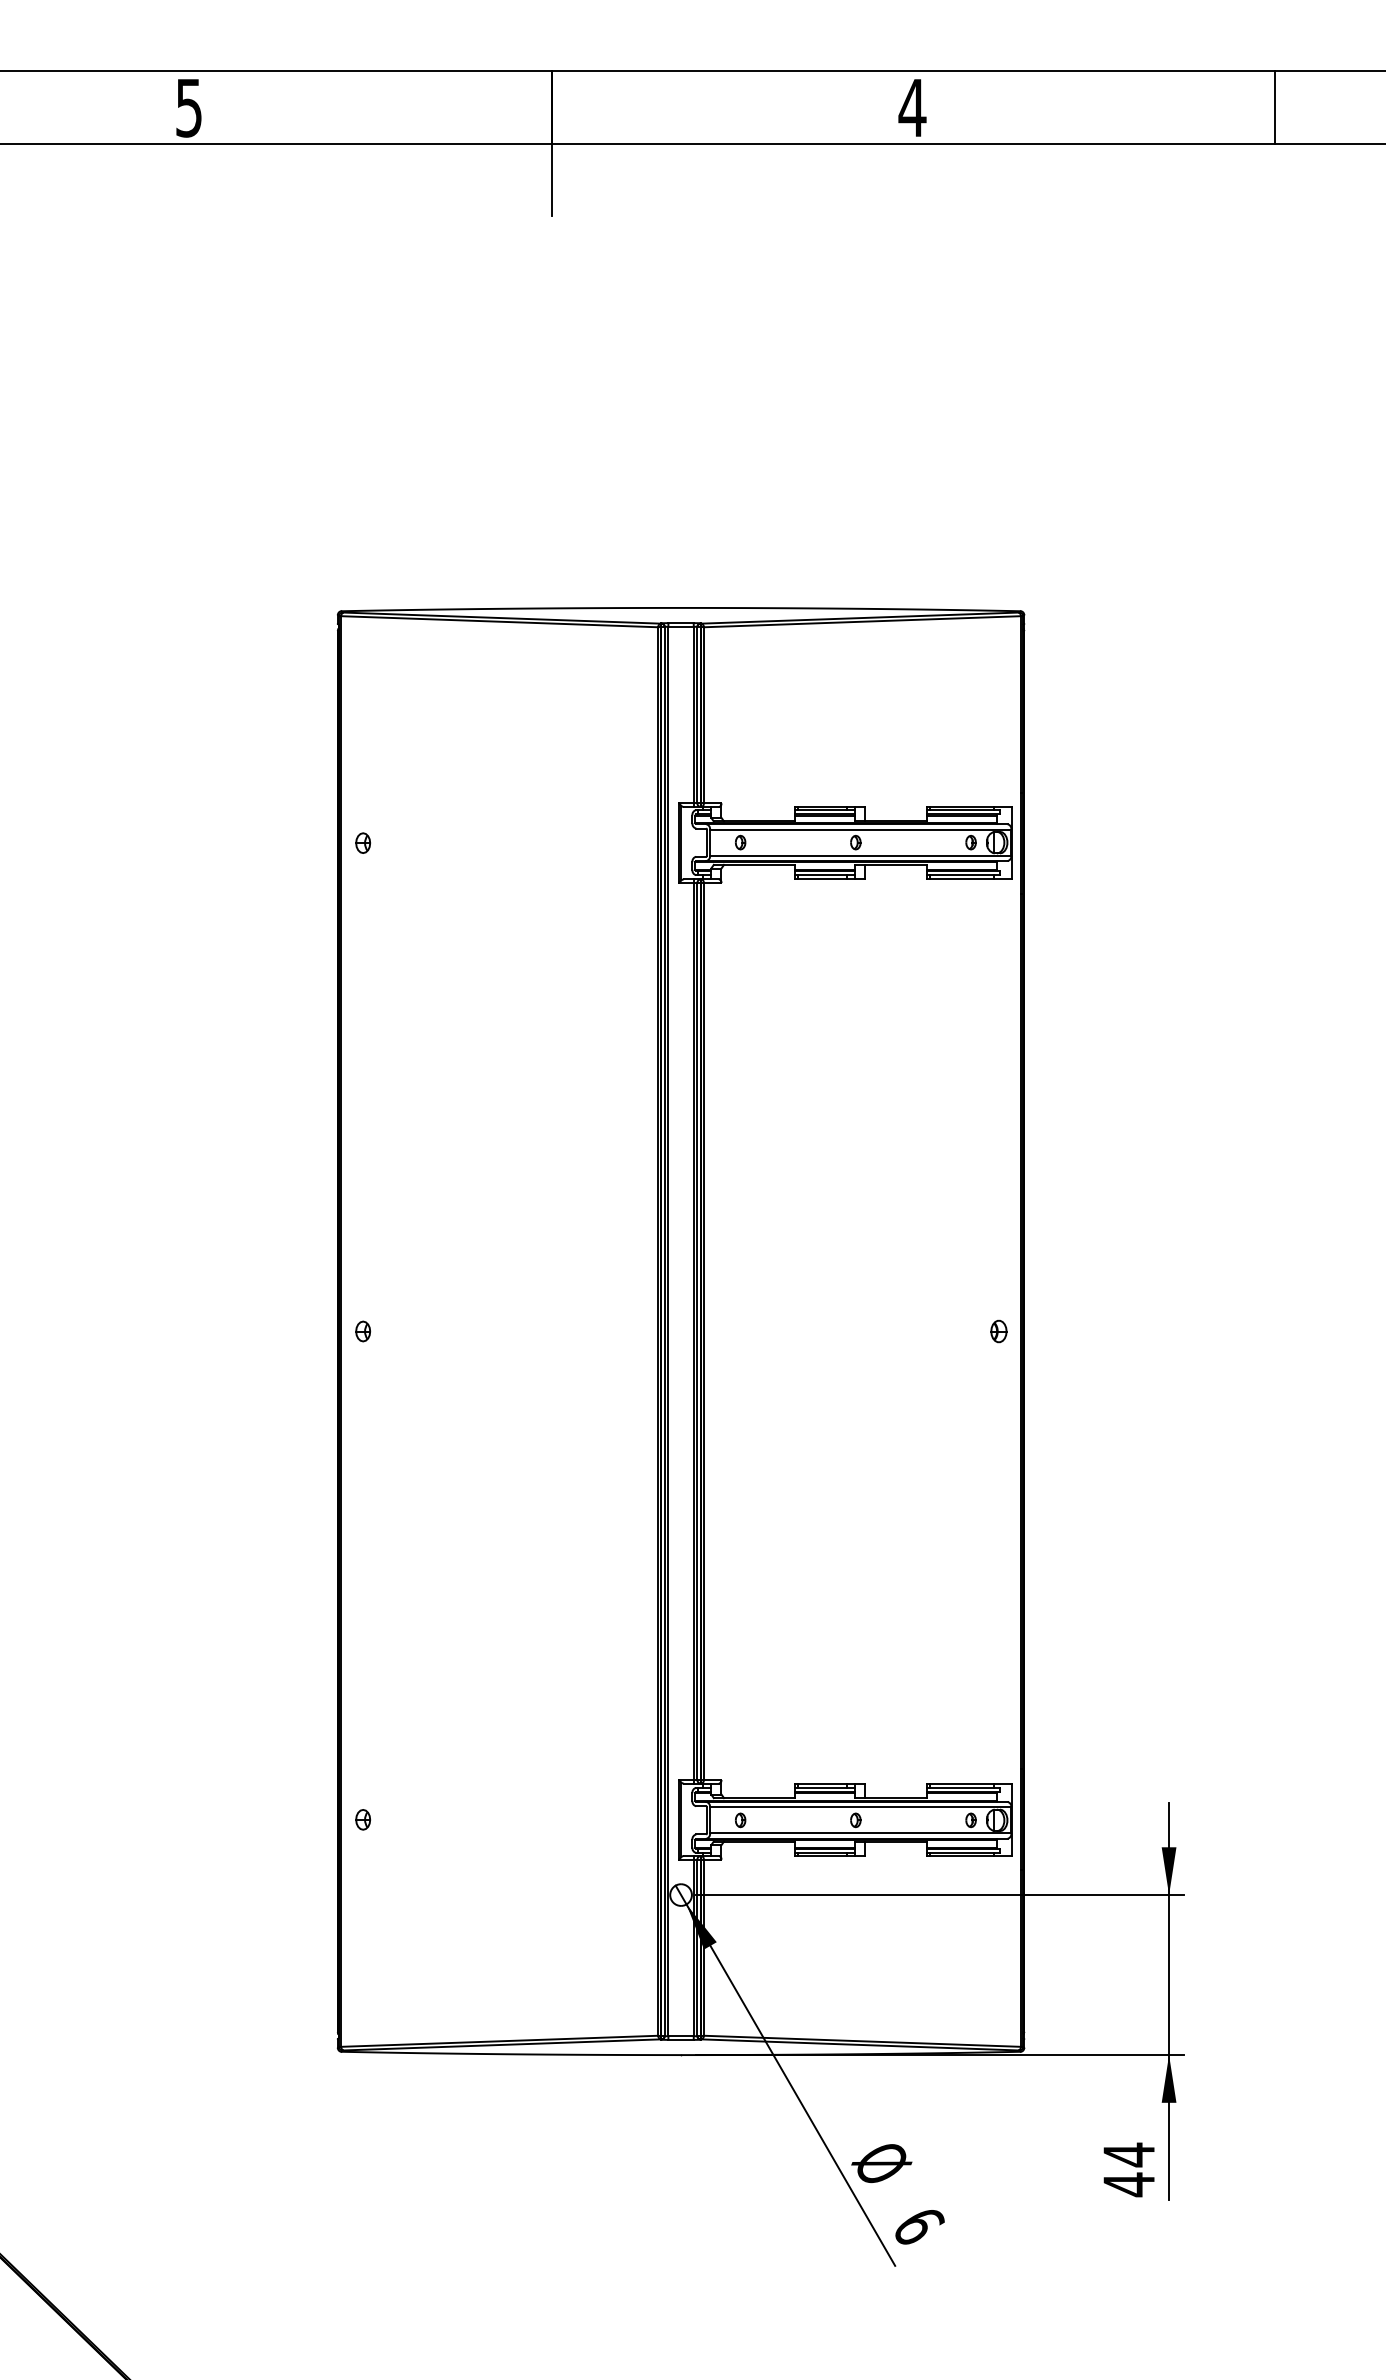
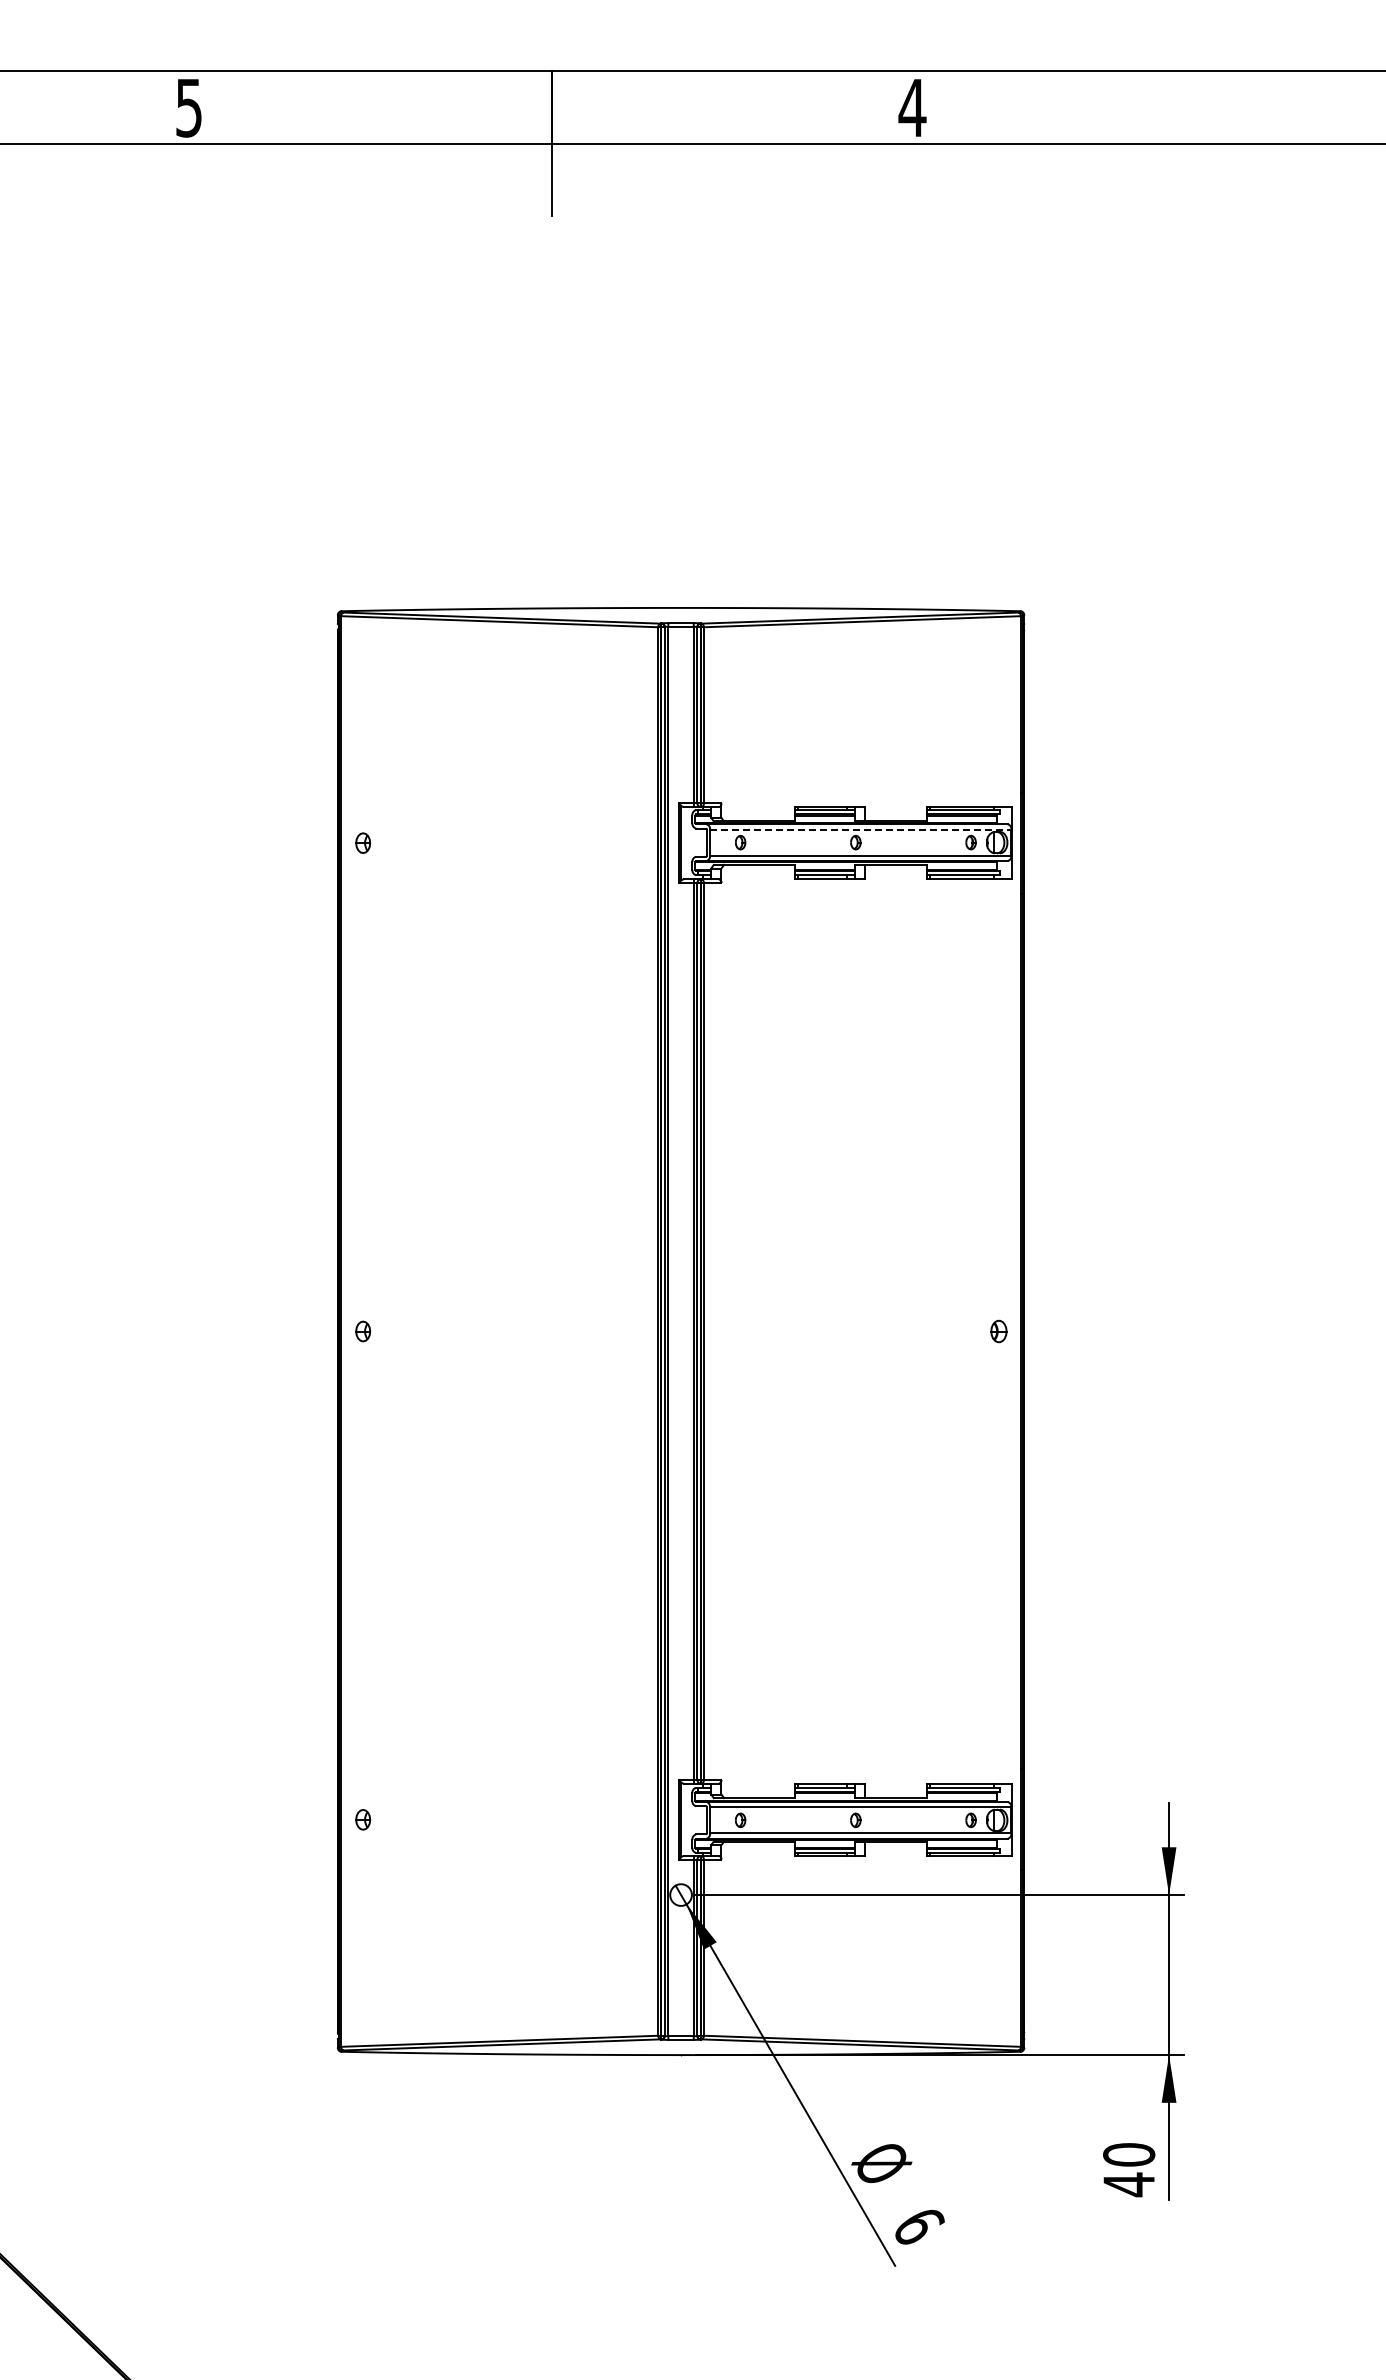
line at (1274, 107): present -> none
line at (860, 829): solid -> dashed
text at (1129, 2154): 44 -> 40
